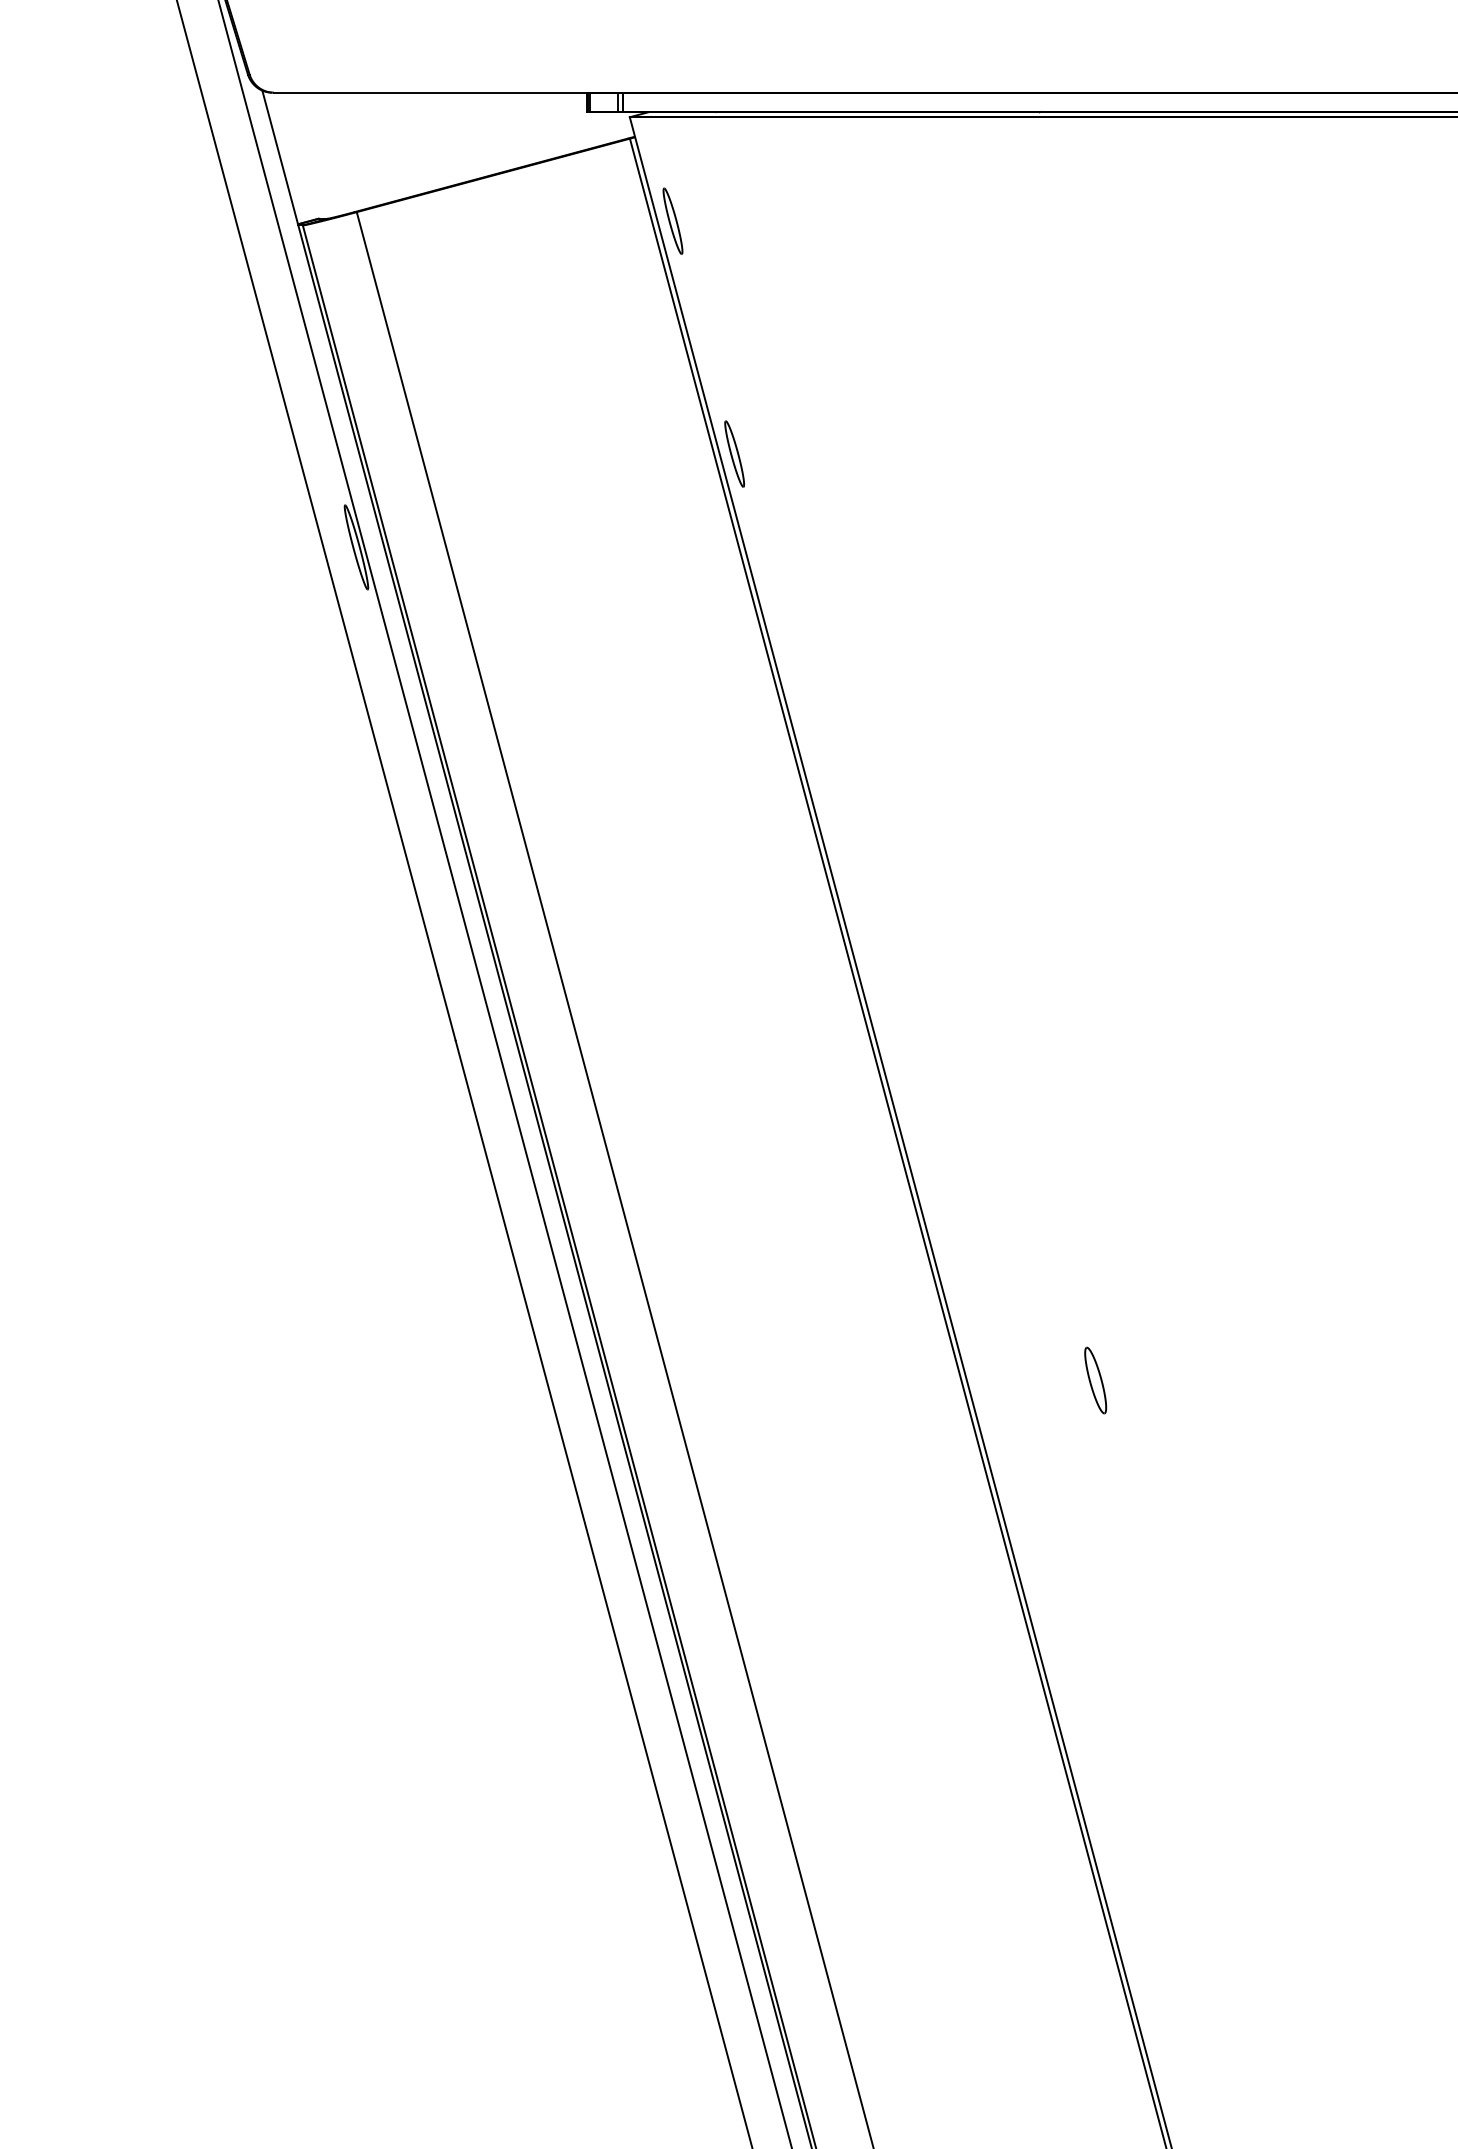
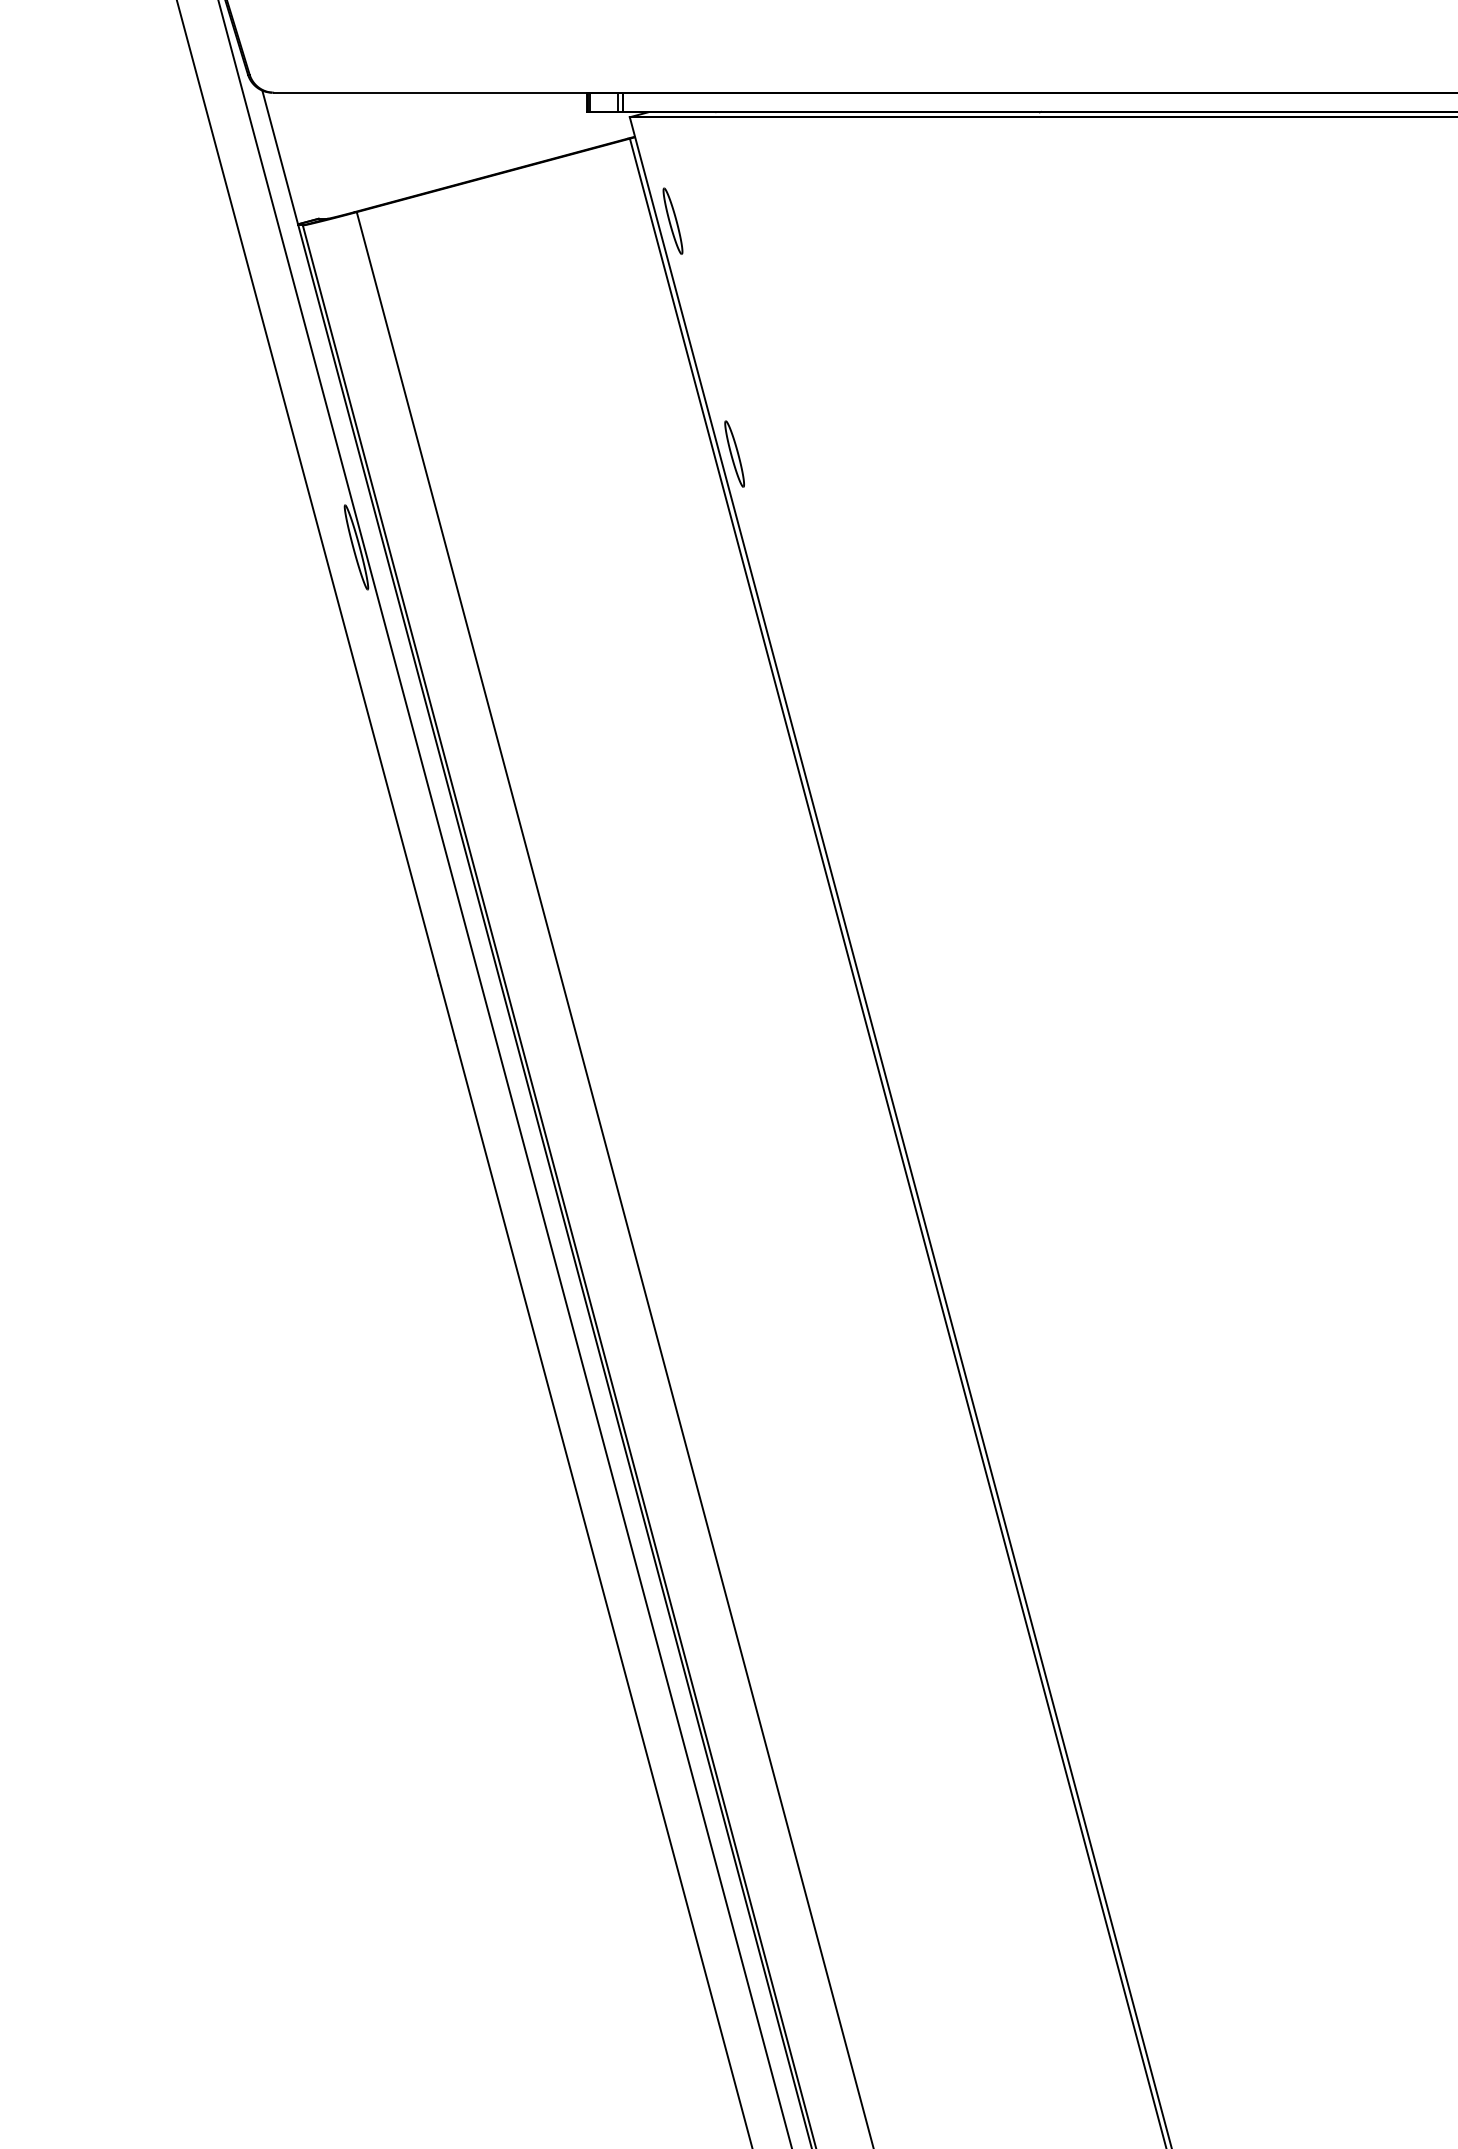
part at (1095, 1380): present -> none
